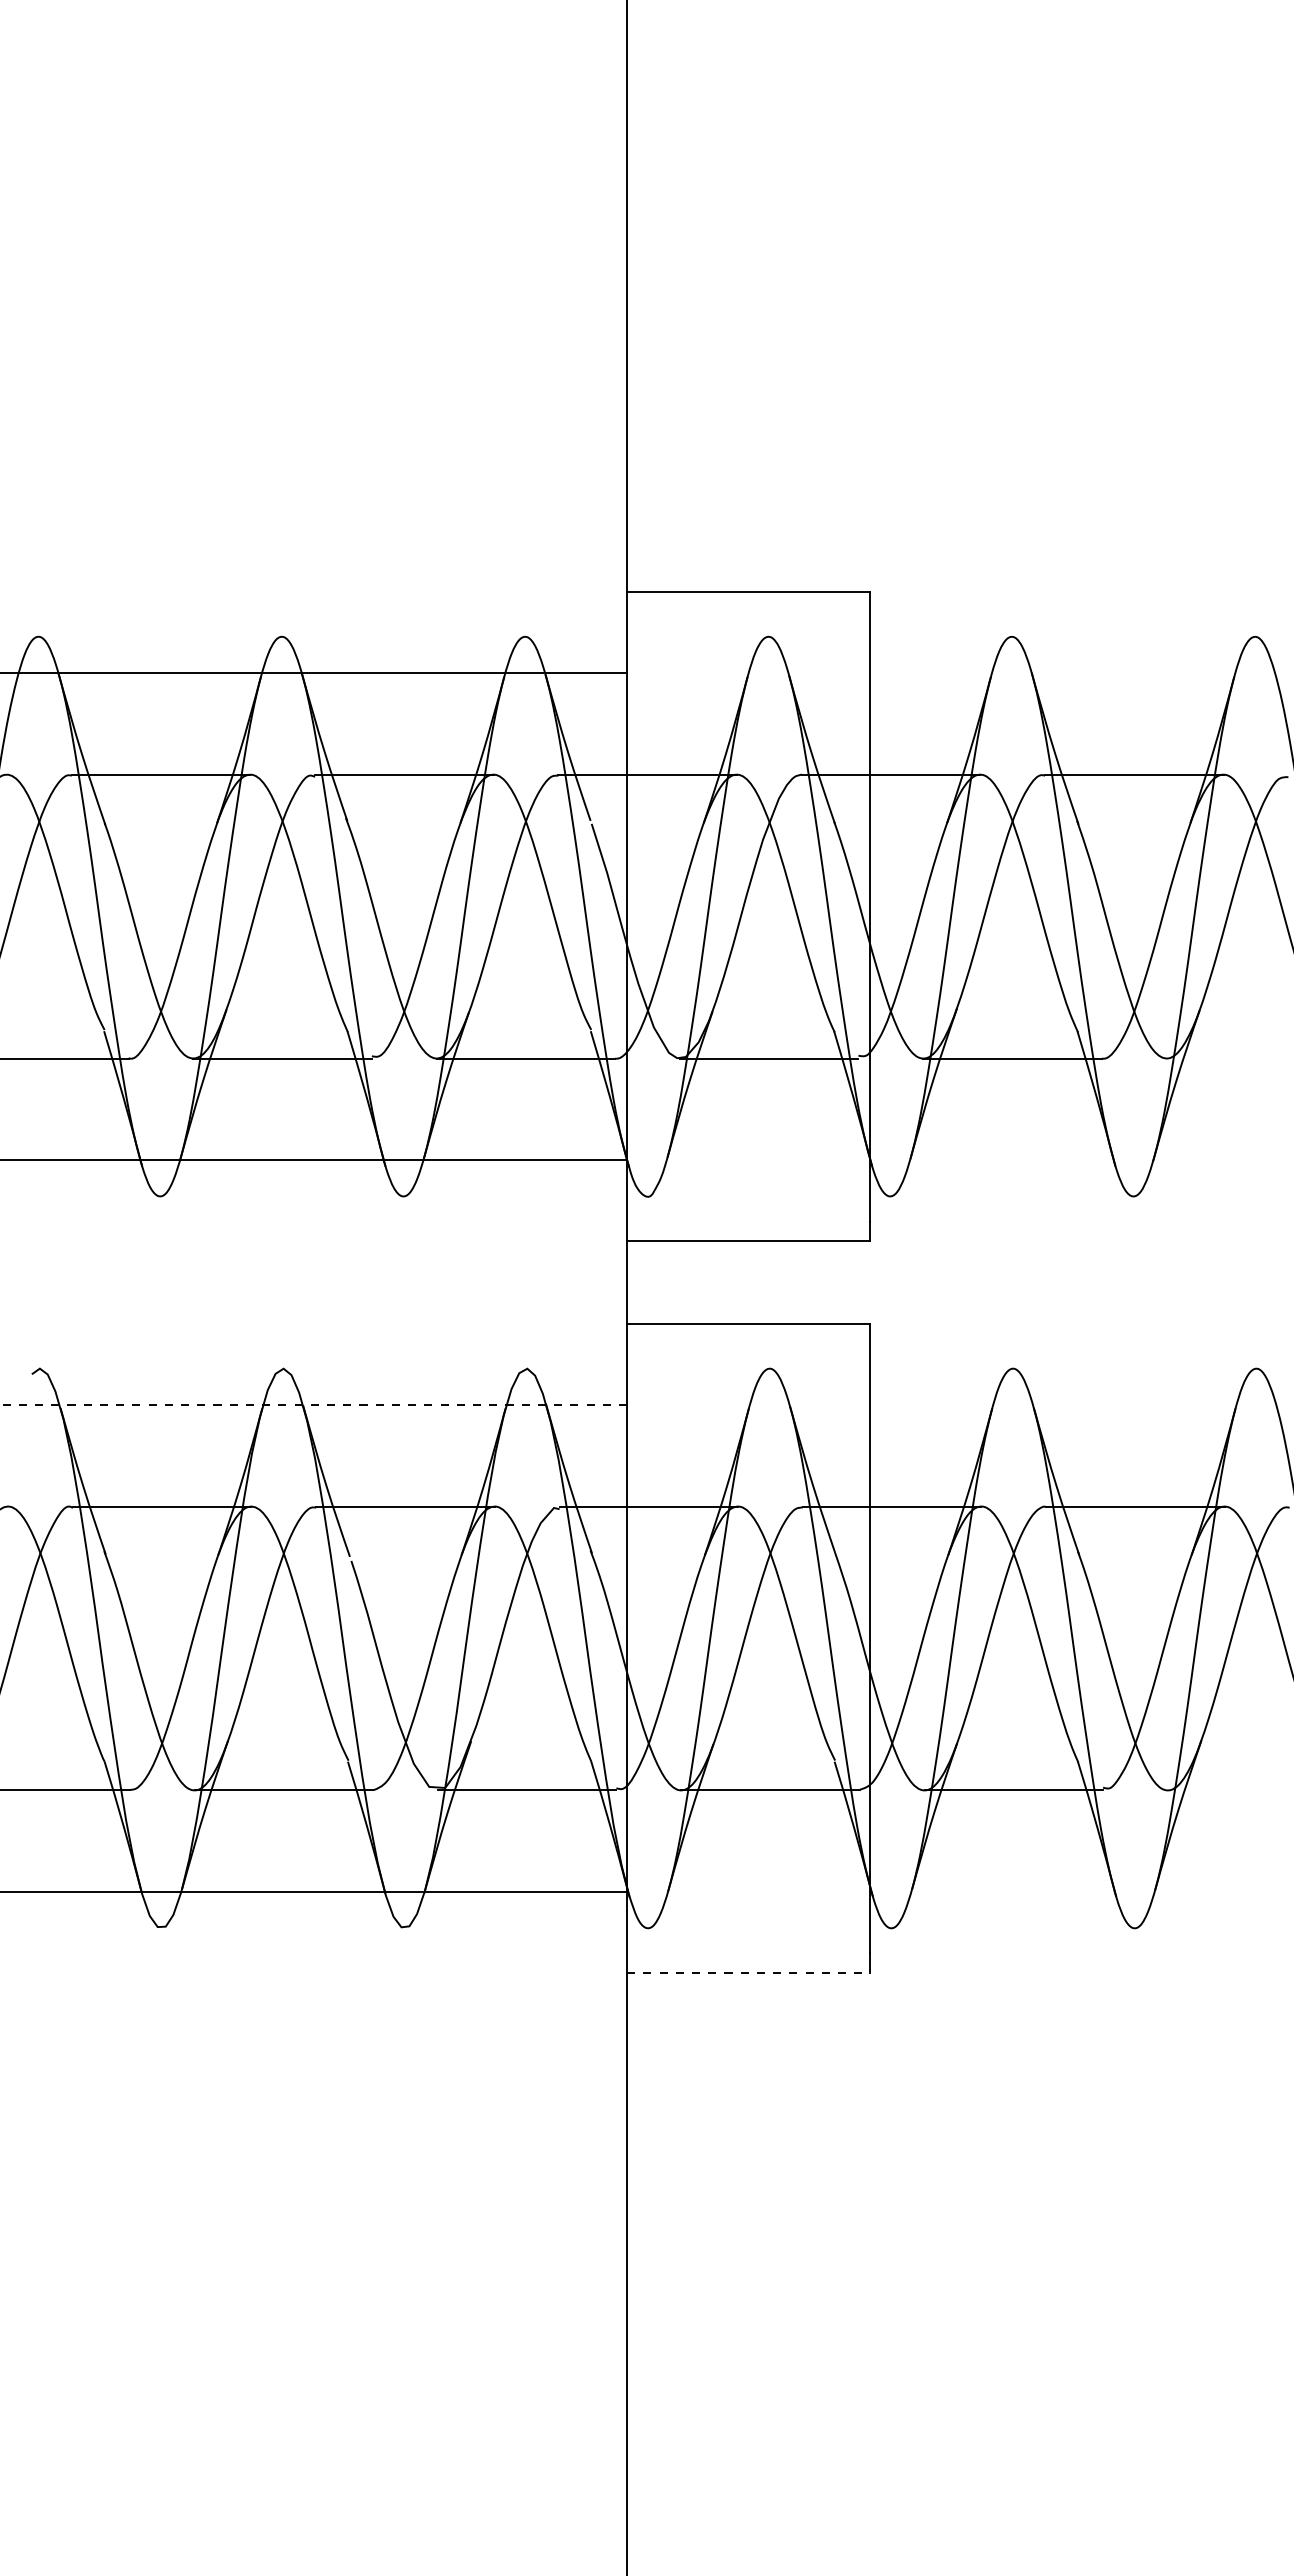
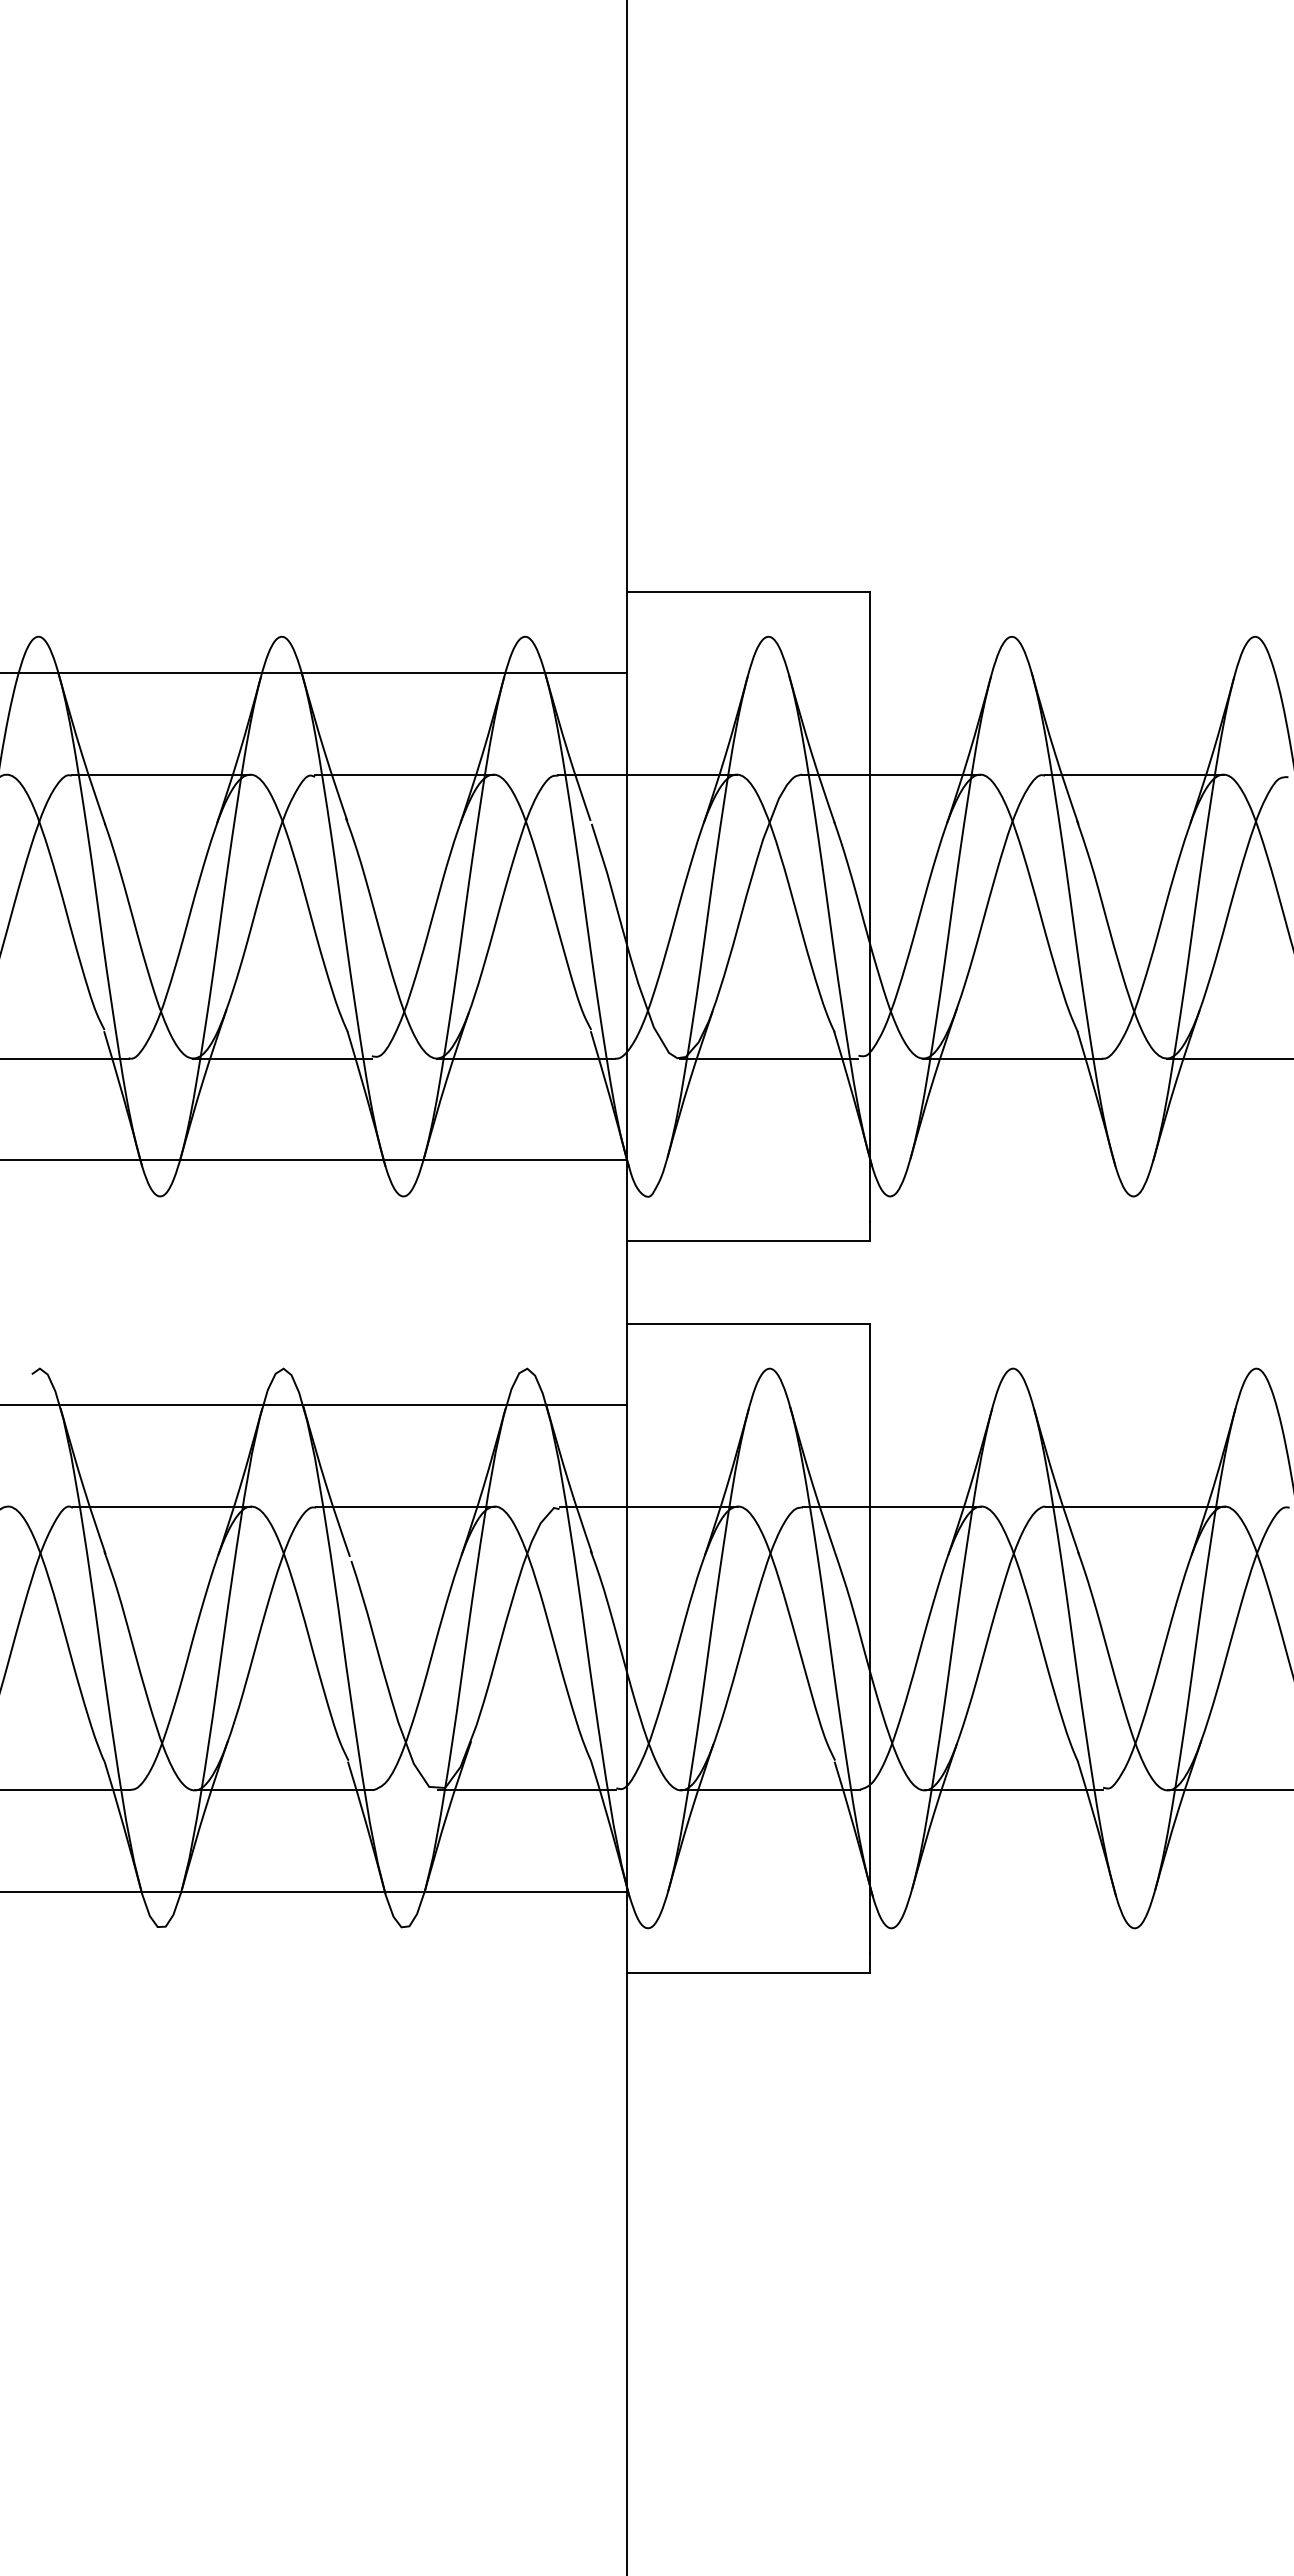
line at (1228, 1058): none -> present
line at (313, 1405): dashed -> solid
line at (1228, 1790): none -> present
line at (748, 1972): dashed -> solid
